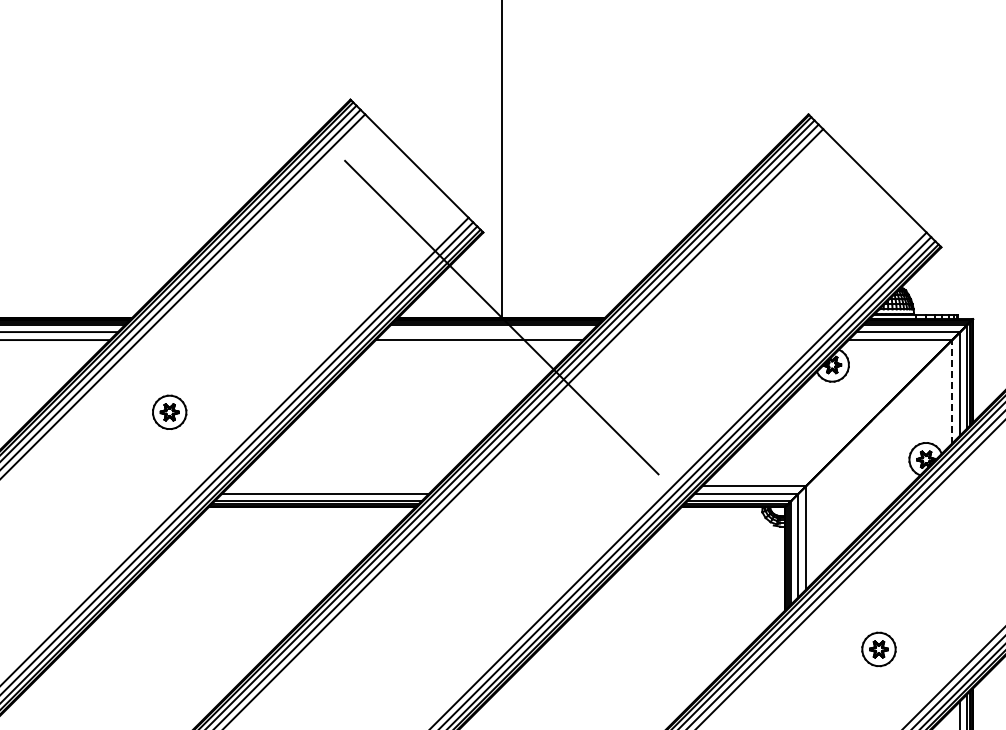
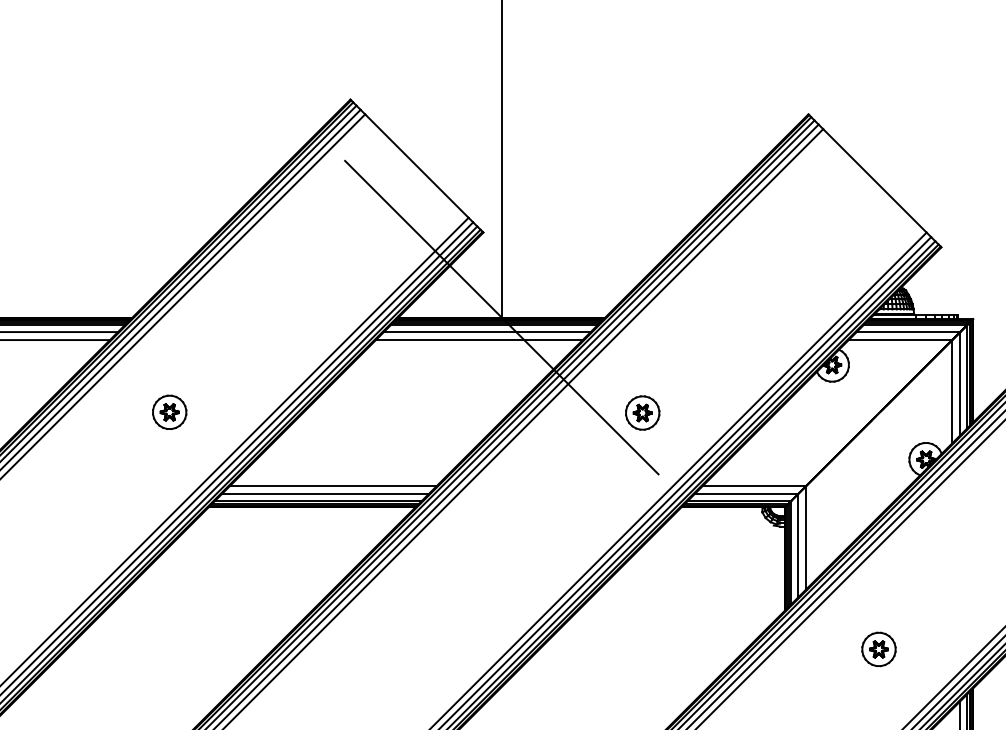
line at (486, 332): none -> present
line at (952, 391): dashed -> solid
part at (642, 412): none -> present
line at (332, 486): none -> present
